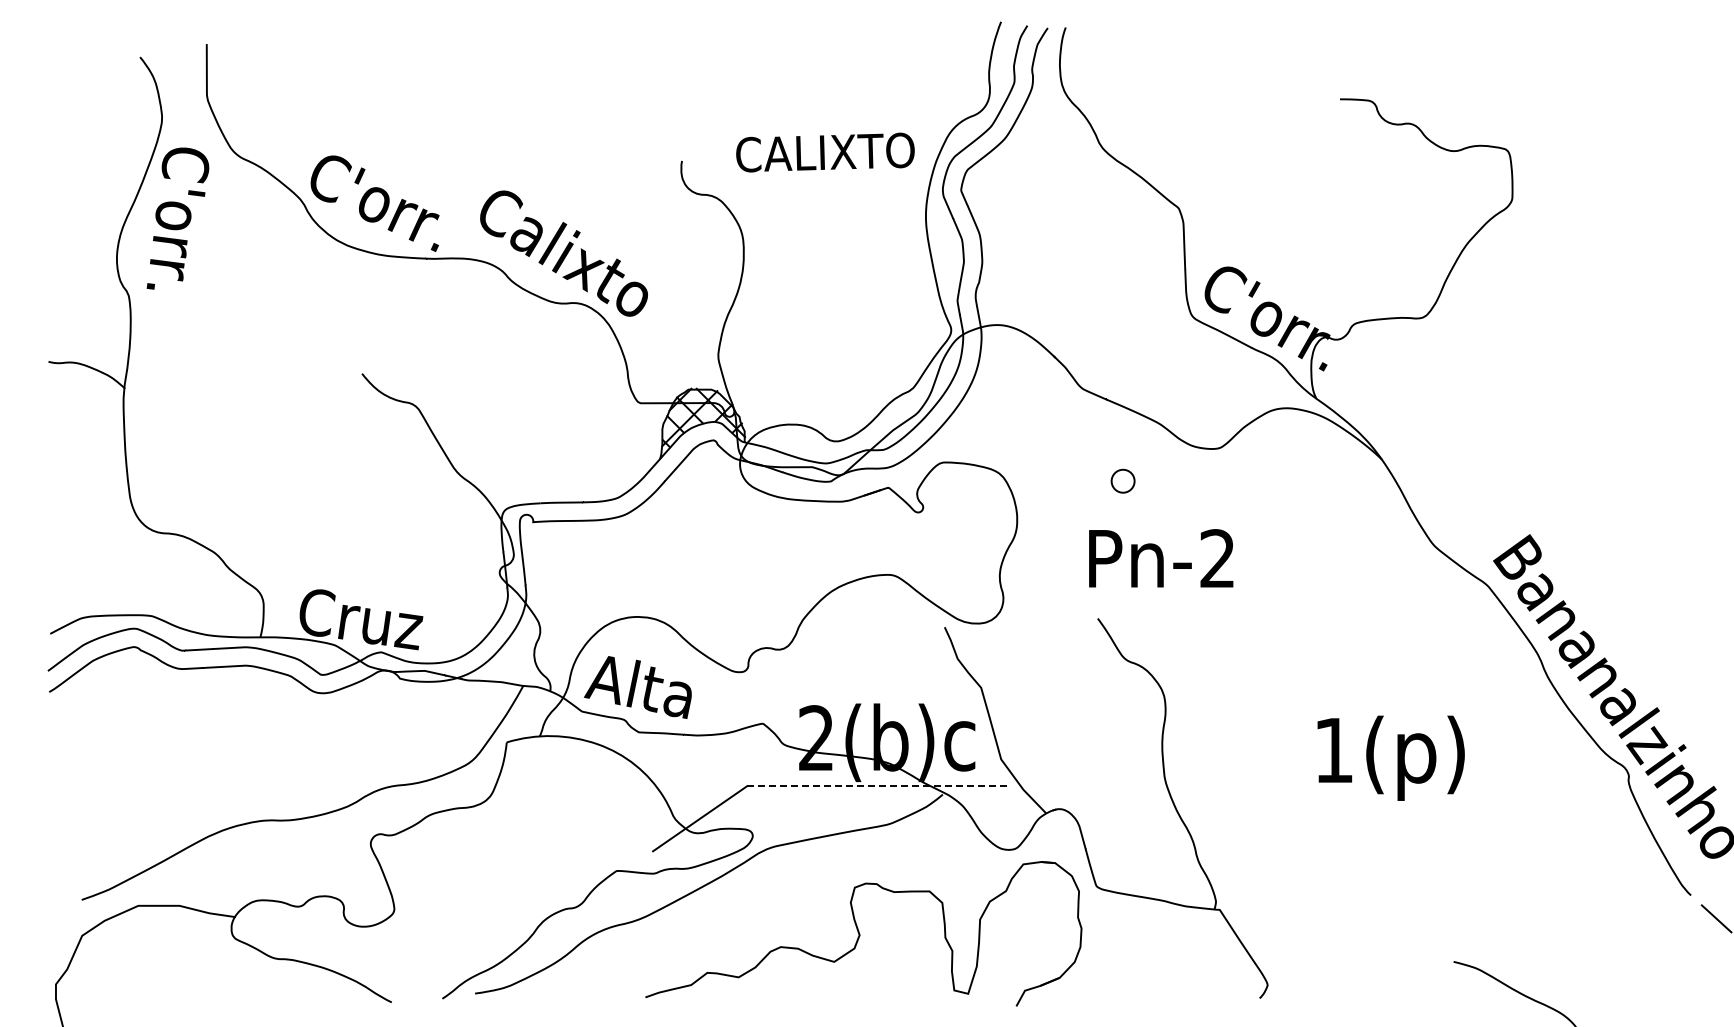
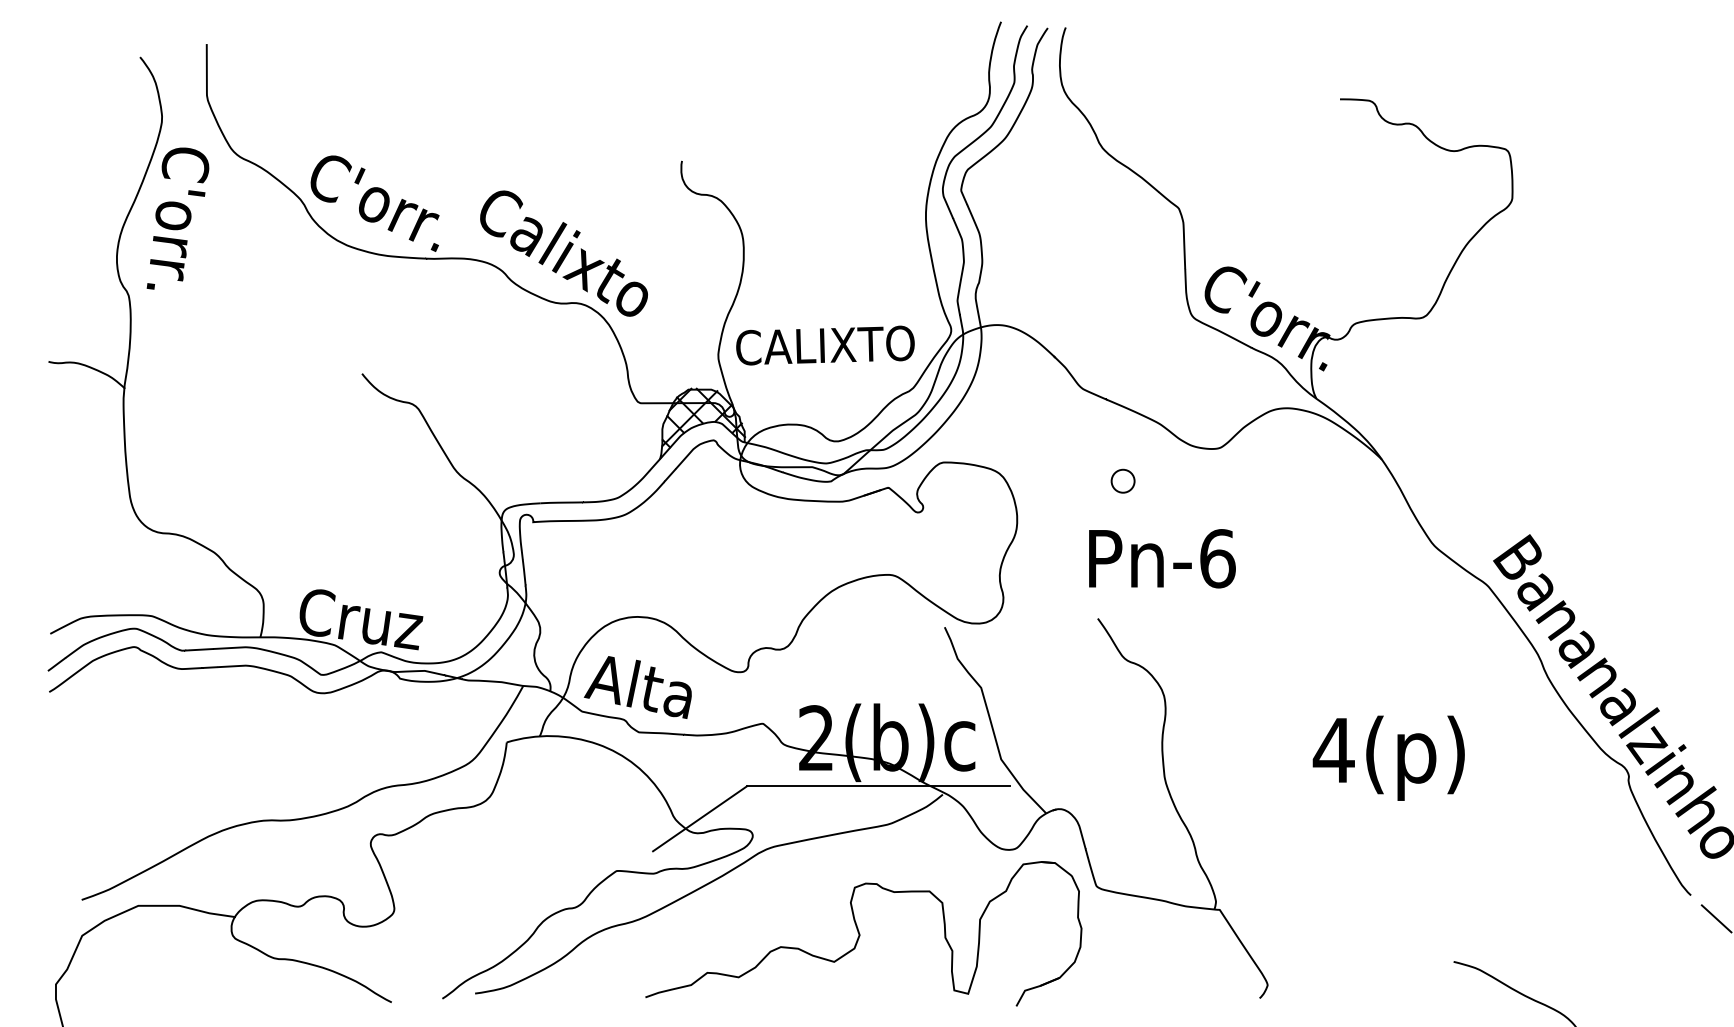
text at (825, 152) position: (825, 152) -> (825, 345)
text at (1217, 558): Pn-2 -> Pn-6
text at (1333, 750): 1(p) -> 4(p)
line at (879, 786): dashed -> solid
